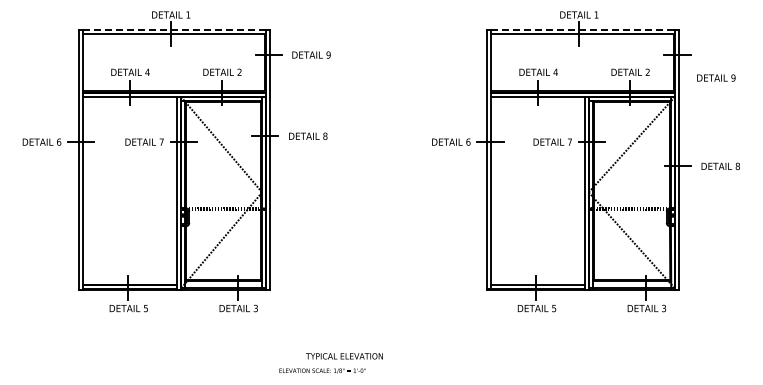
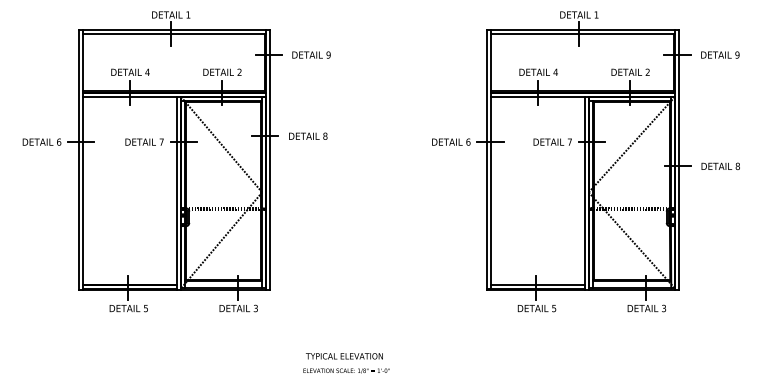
line at (174, 29): dashed -> solid
line at (583, 29): dashed -> solid
text at (716, 77) position: (716, 77) -> (720, 54)
text at (322, 370) position: (322, 370) -> (346, 370)
